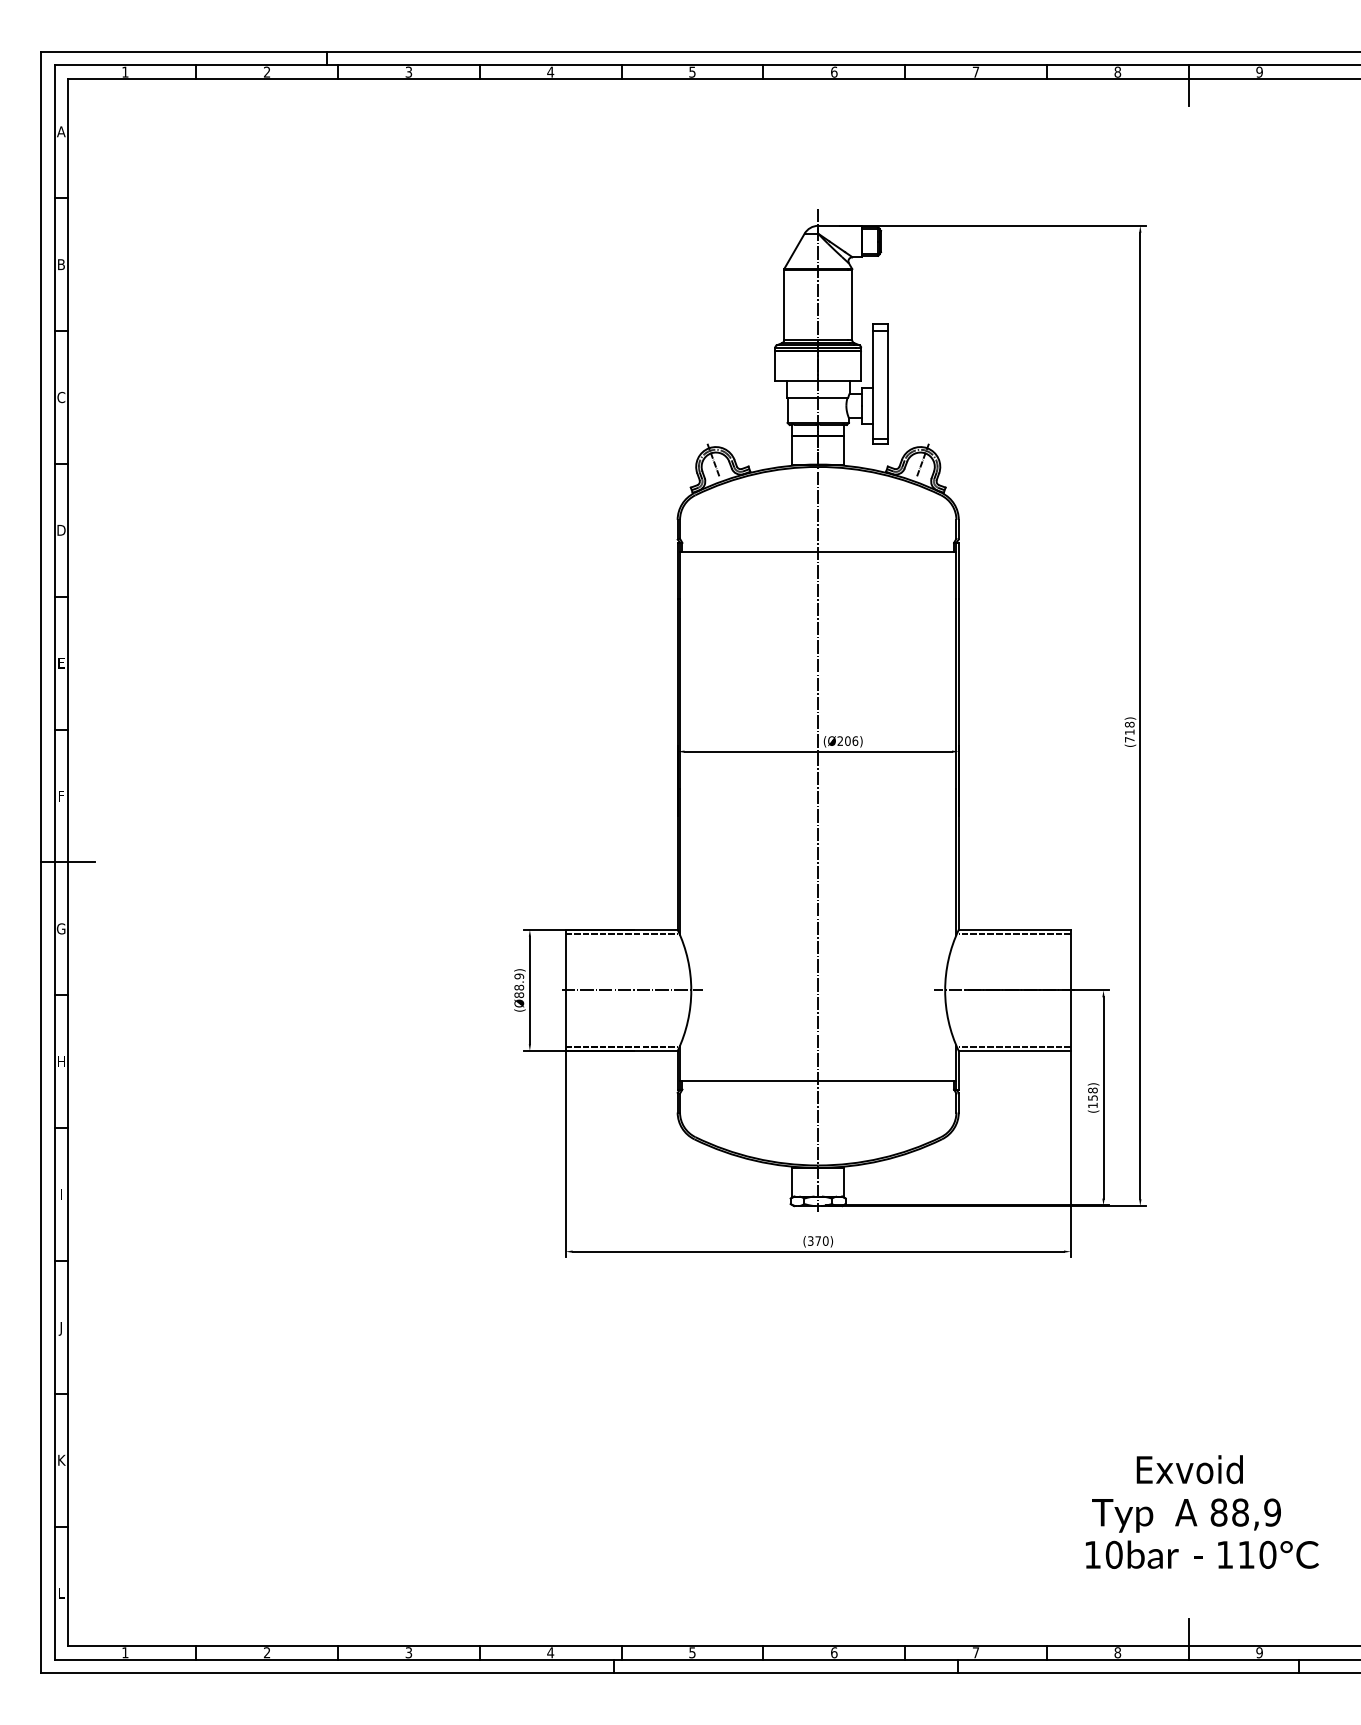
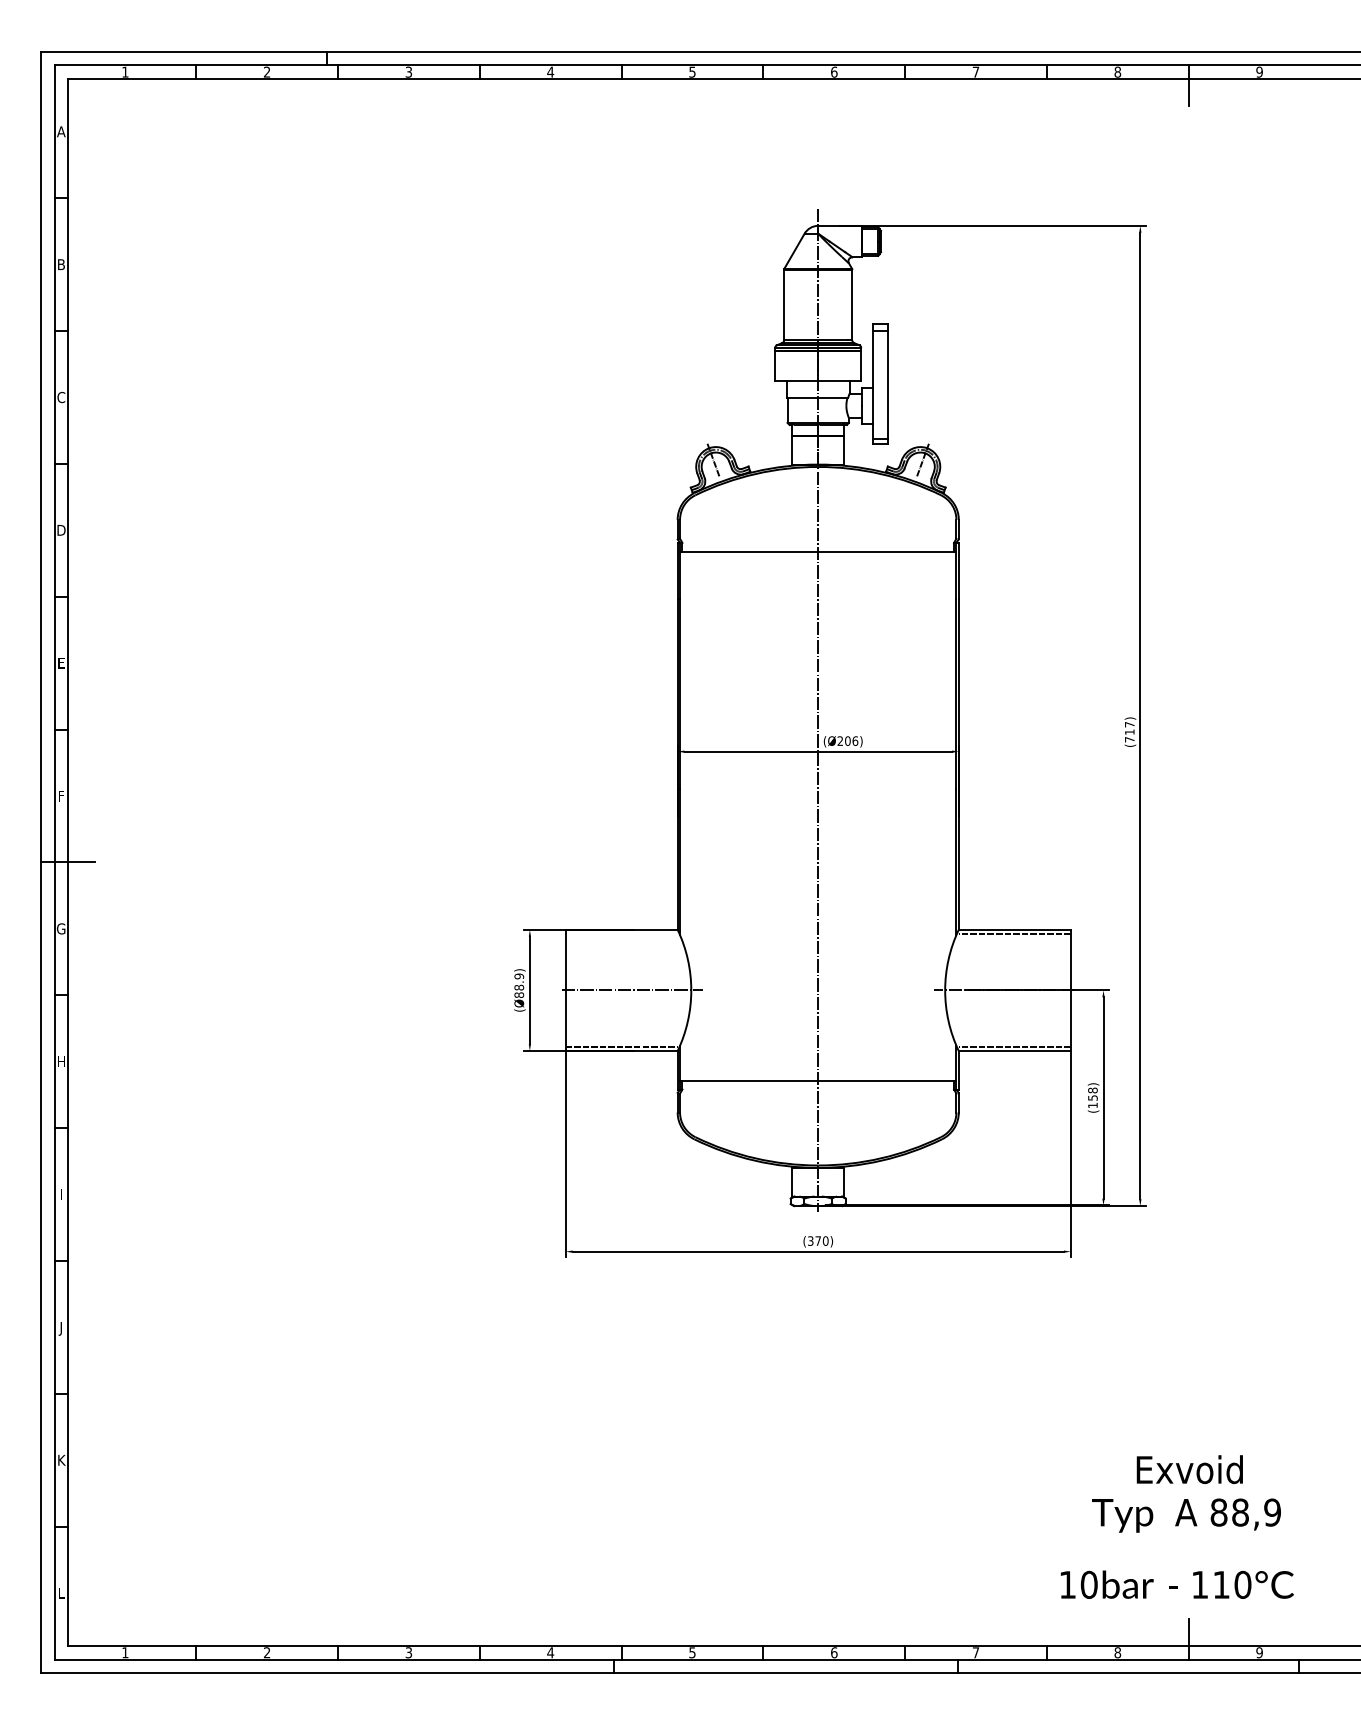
text at (1129, 724): (718) -> (717)
line at (621, 934): present -> none
text at (1202, 1554) position: (1202, 1554) -> (1177, 1584)
